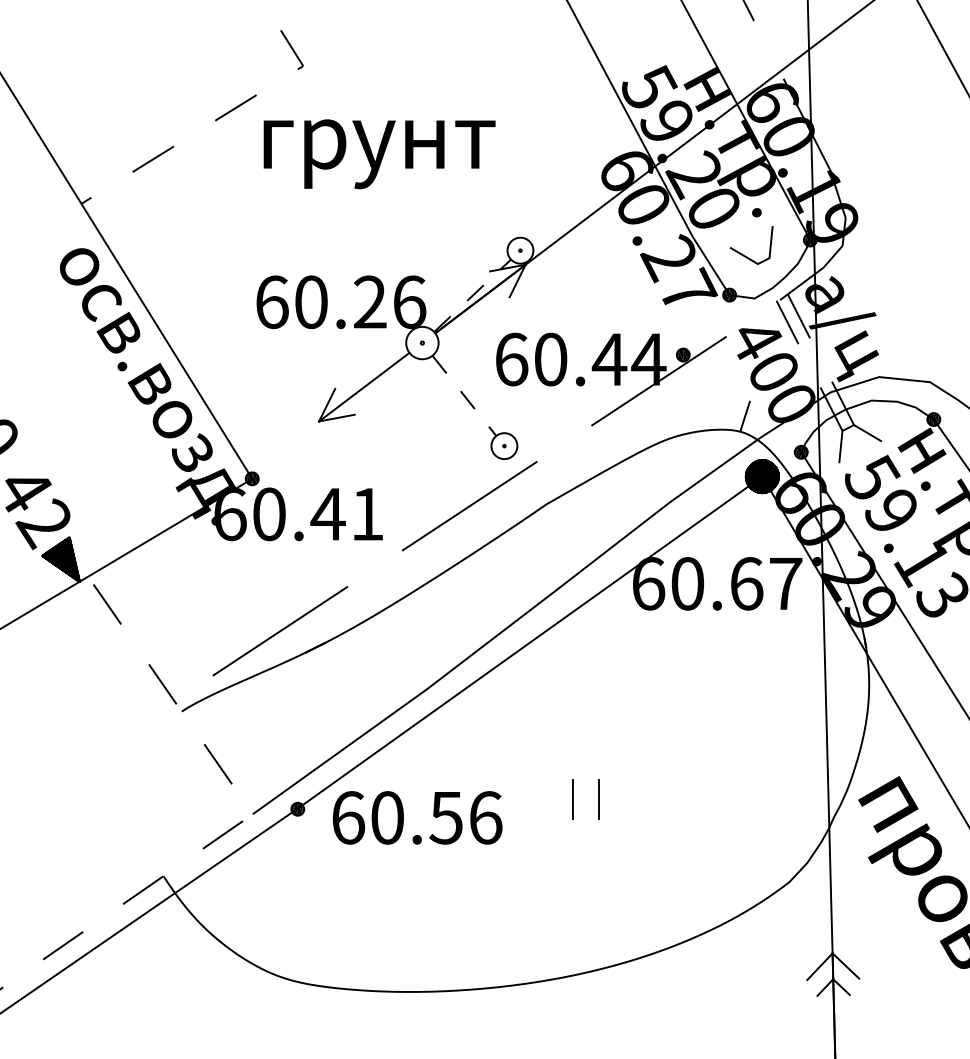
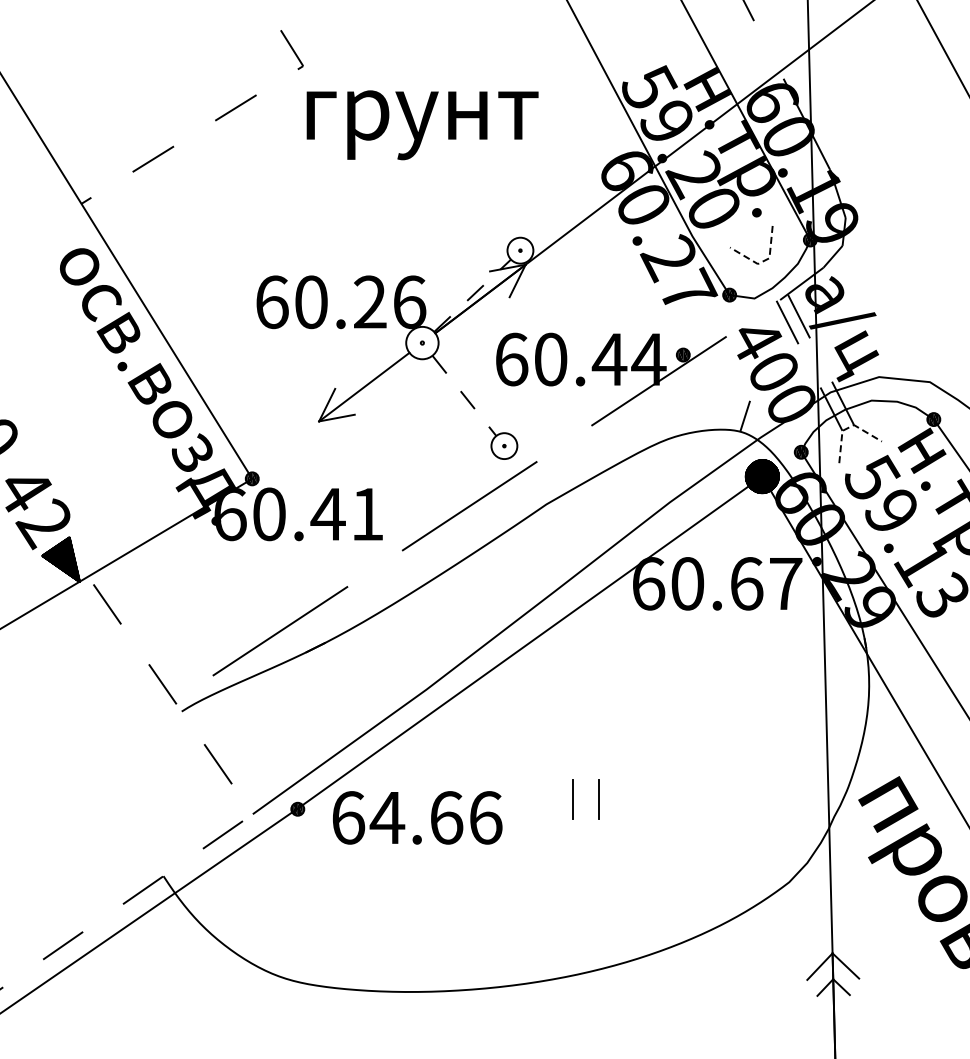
text at (379, 154) position: (379, 154) -> (422, 125)
line at (763, 261): solid -> dashed
line at (848, 427): solid -> dashed
text at (416, 817): 60.56 -> 64.66
